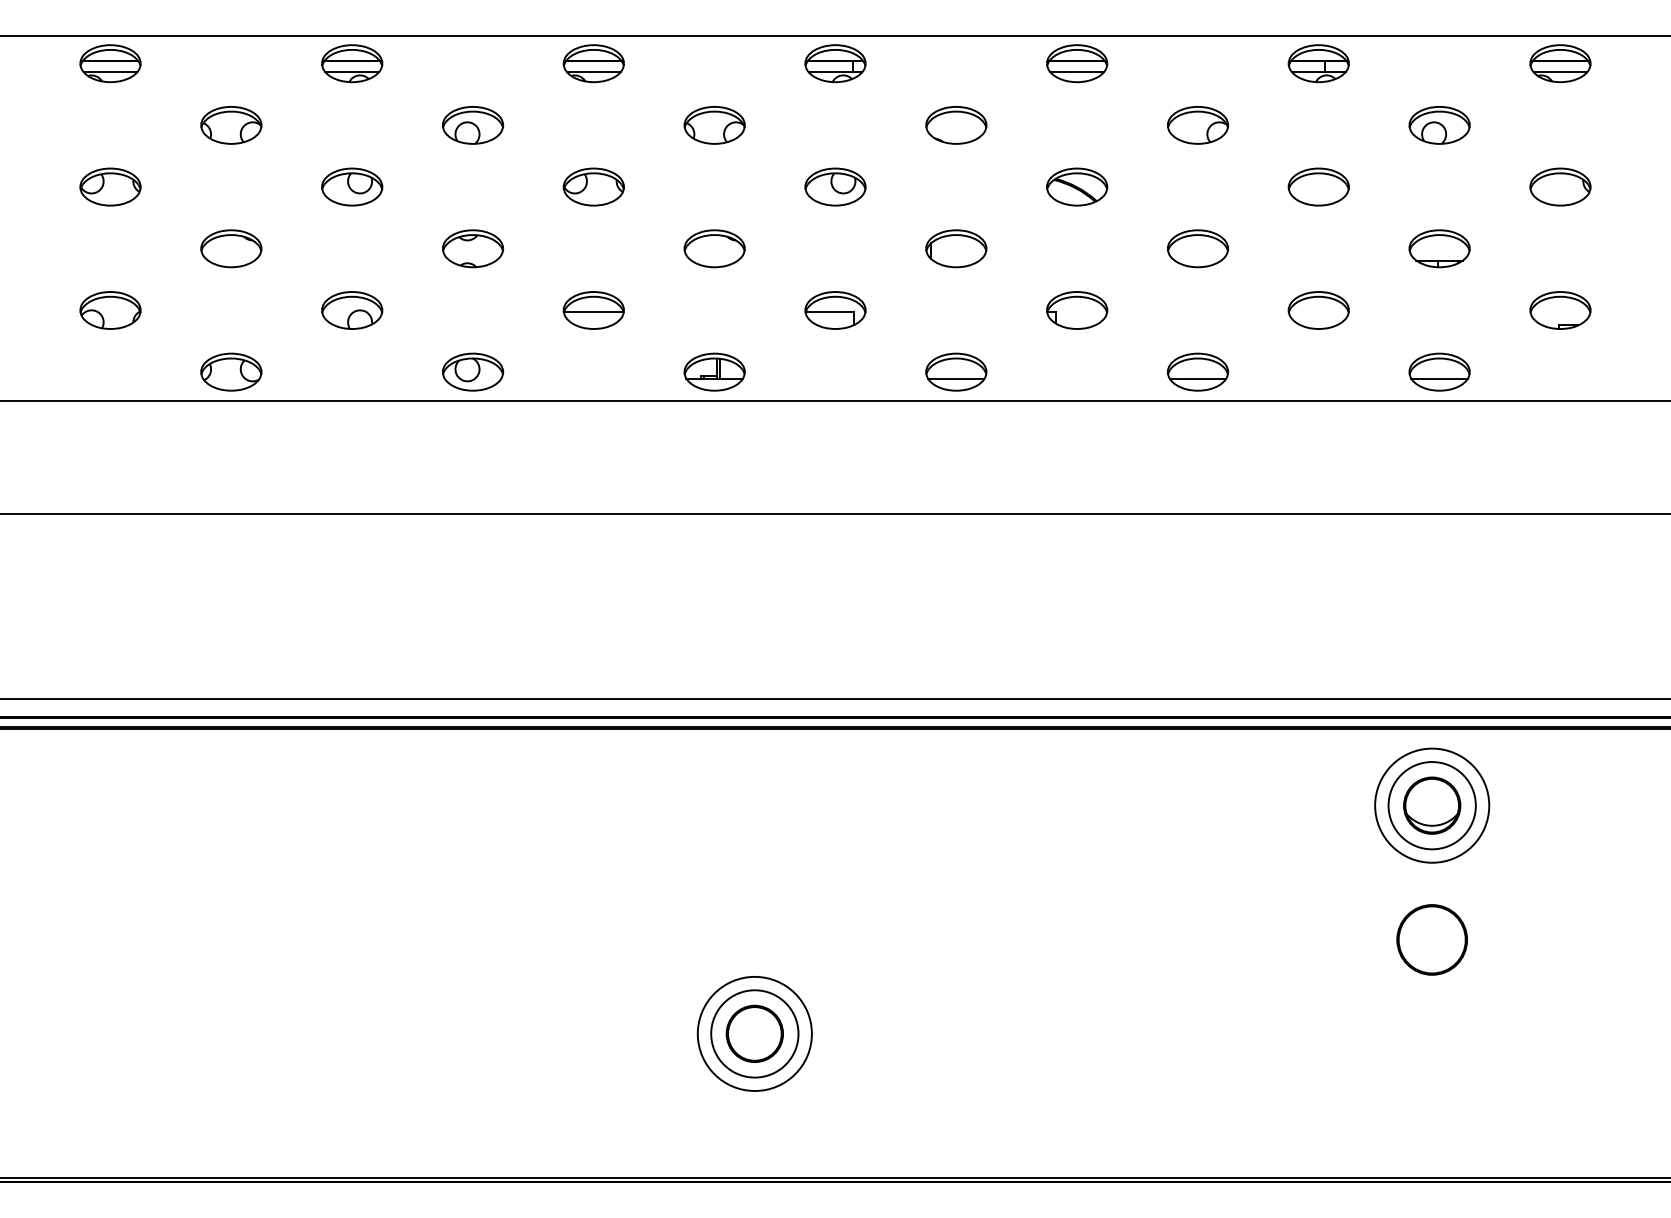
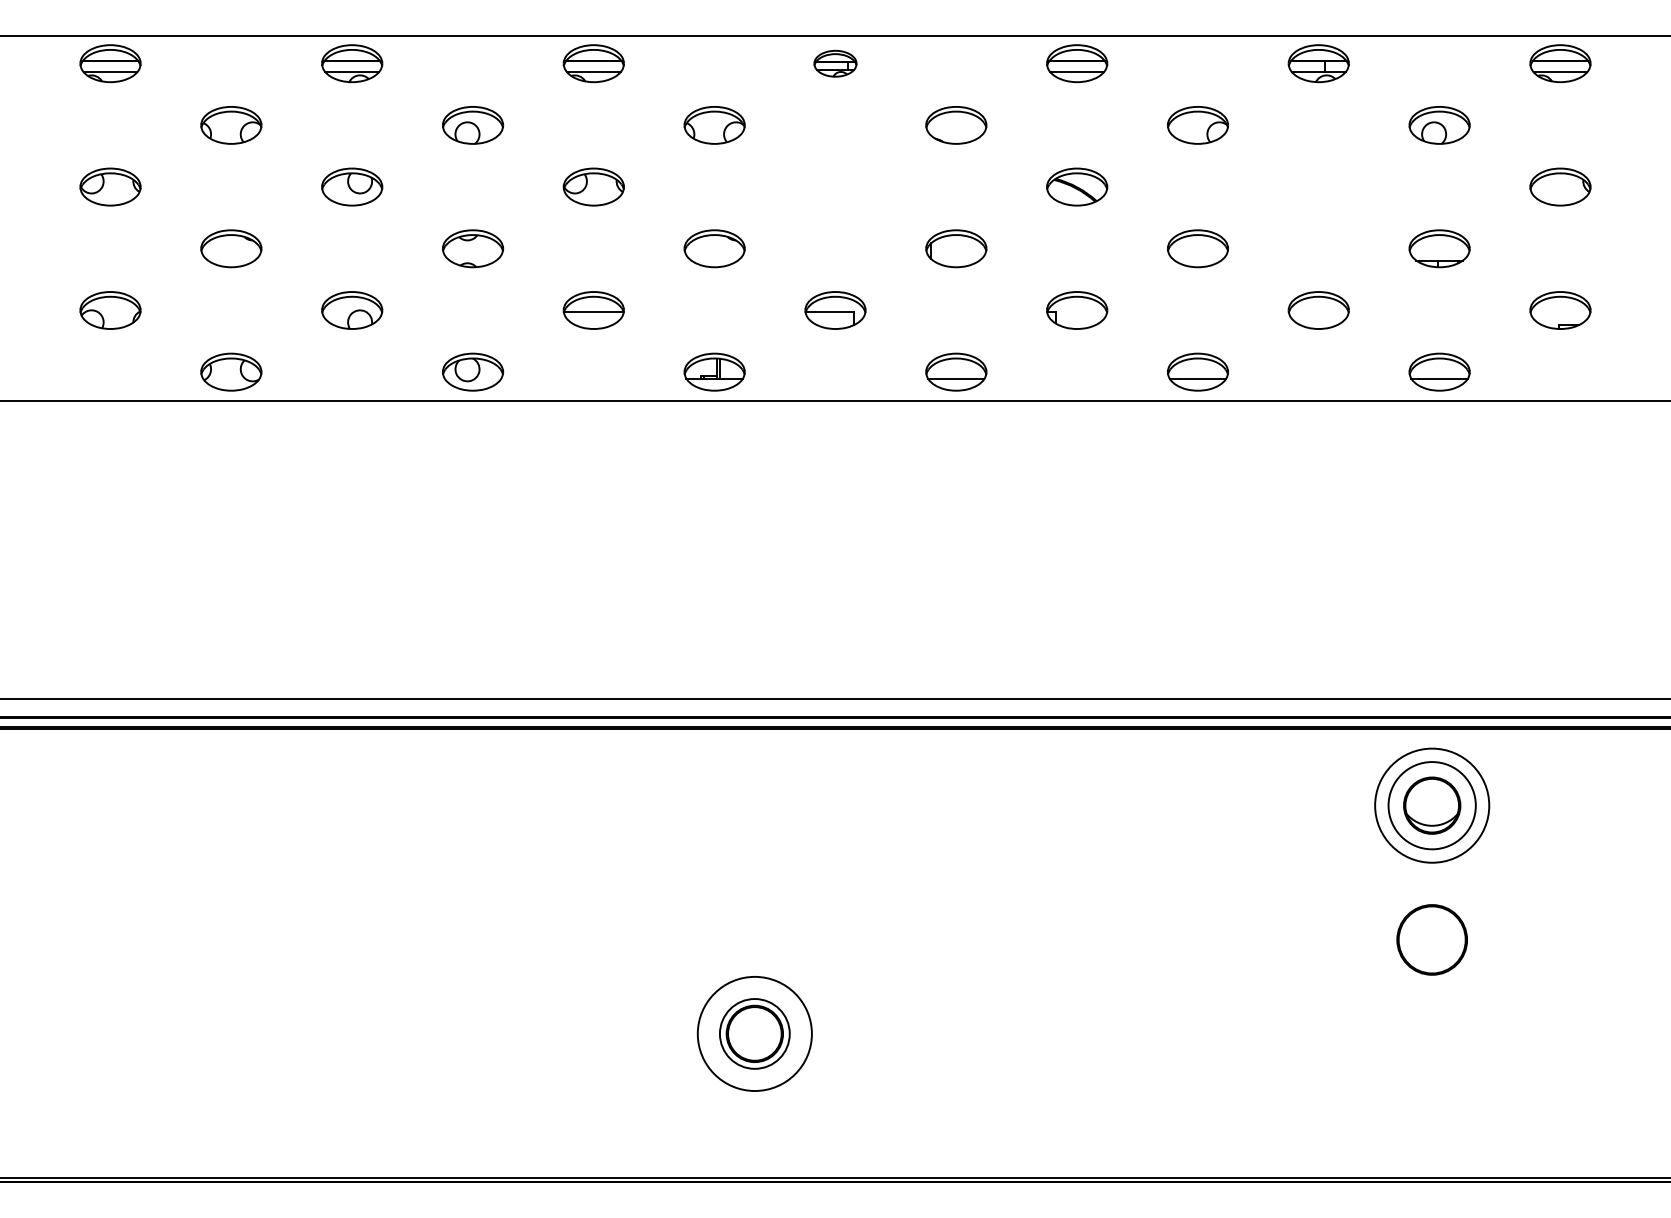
part at (835, 63) size: 63x40 px -> 45x29 px
part at (835, 186): present -> none
part at (1318, 186): present -> none
line at (834, 514): present -> none
circle at (754, 1033) diameter: 87 px -> 70 px
